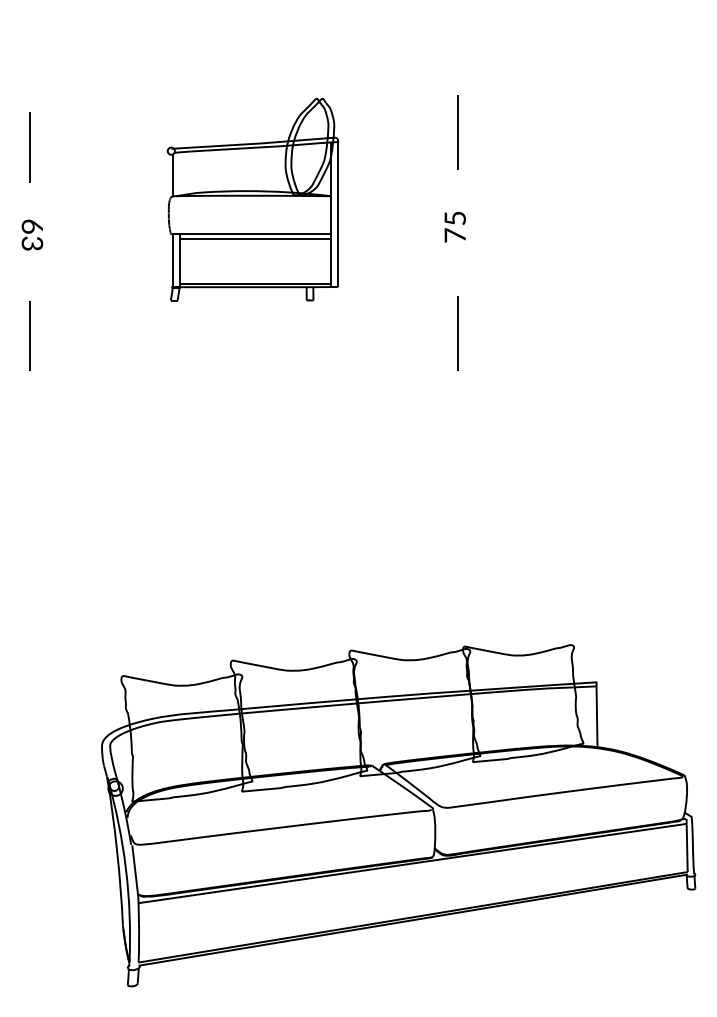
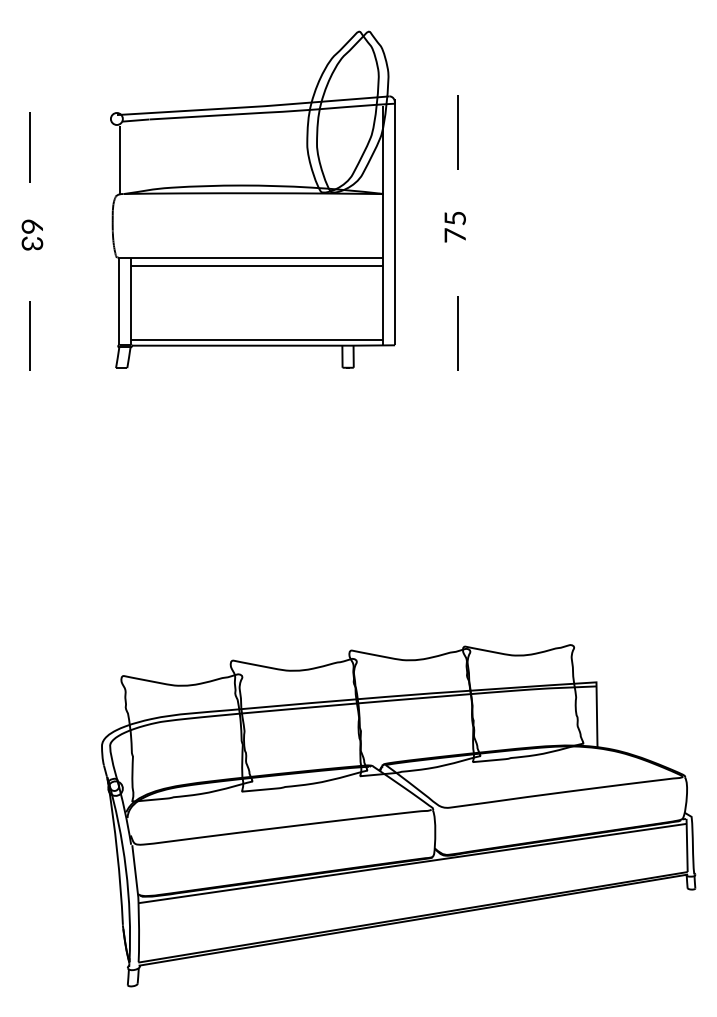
part at (252, 199) size: 174x205 px -> 286x339 px
